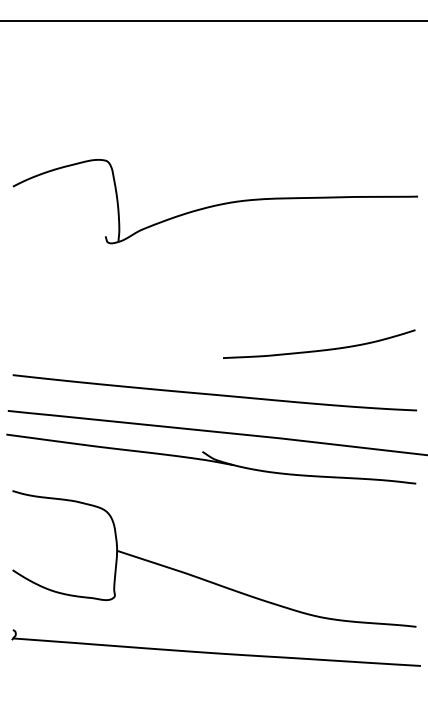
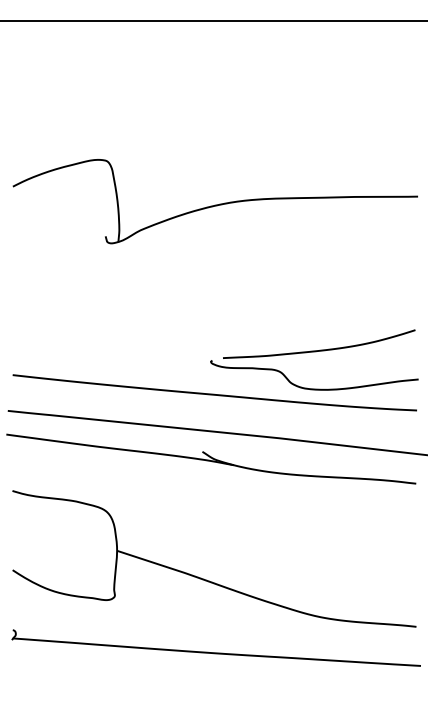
curve at (314, 388): none -> present
